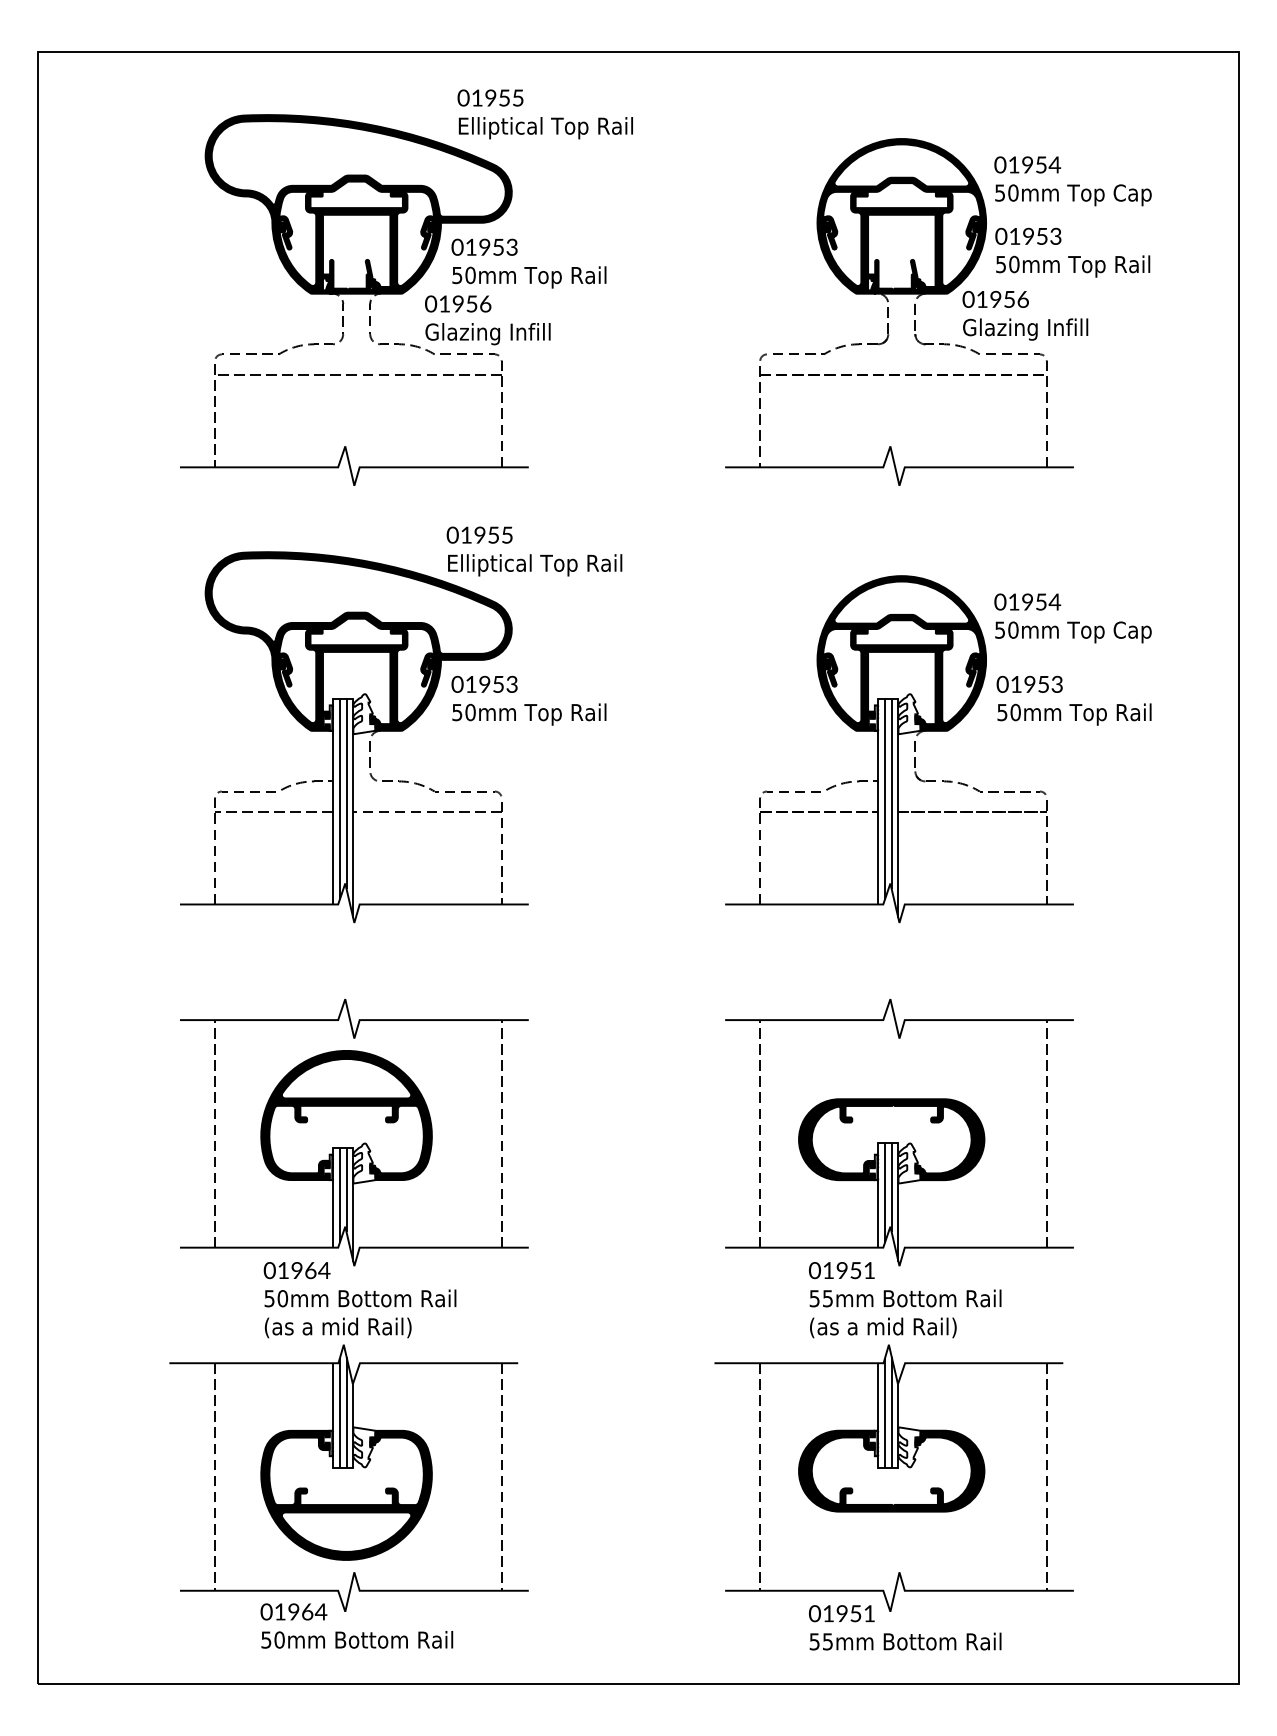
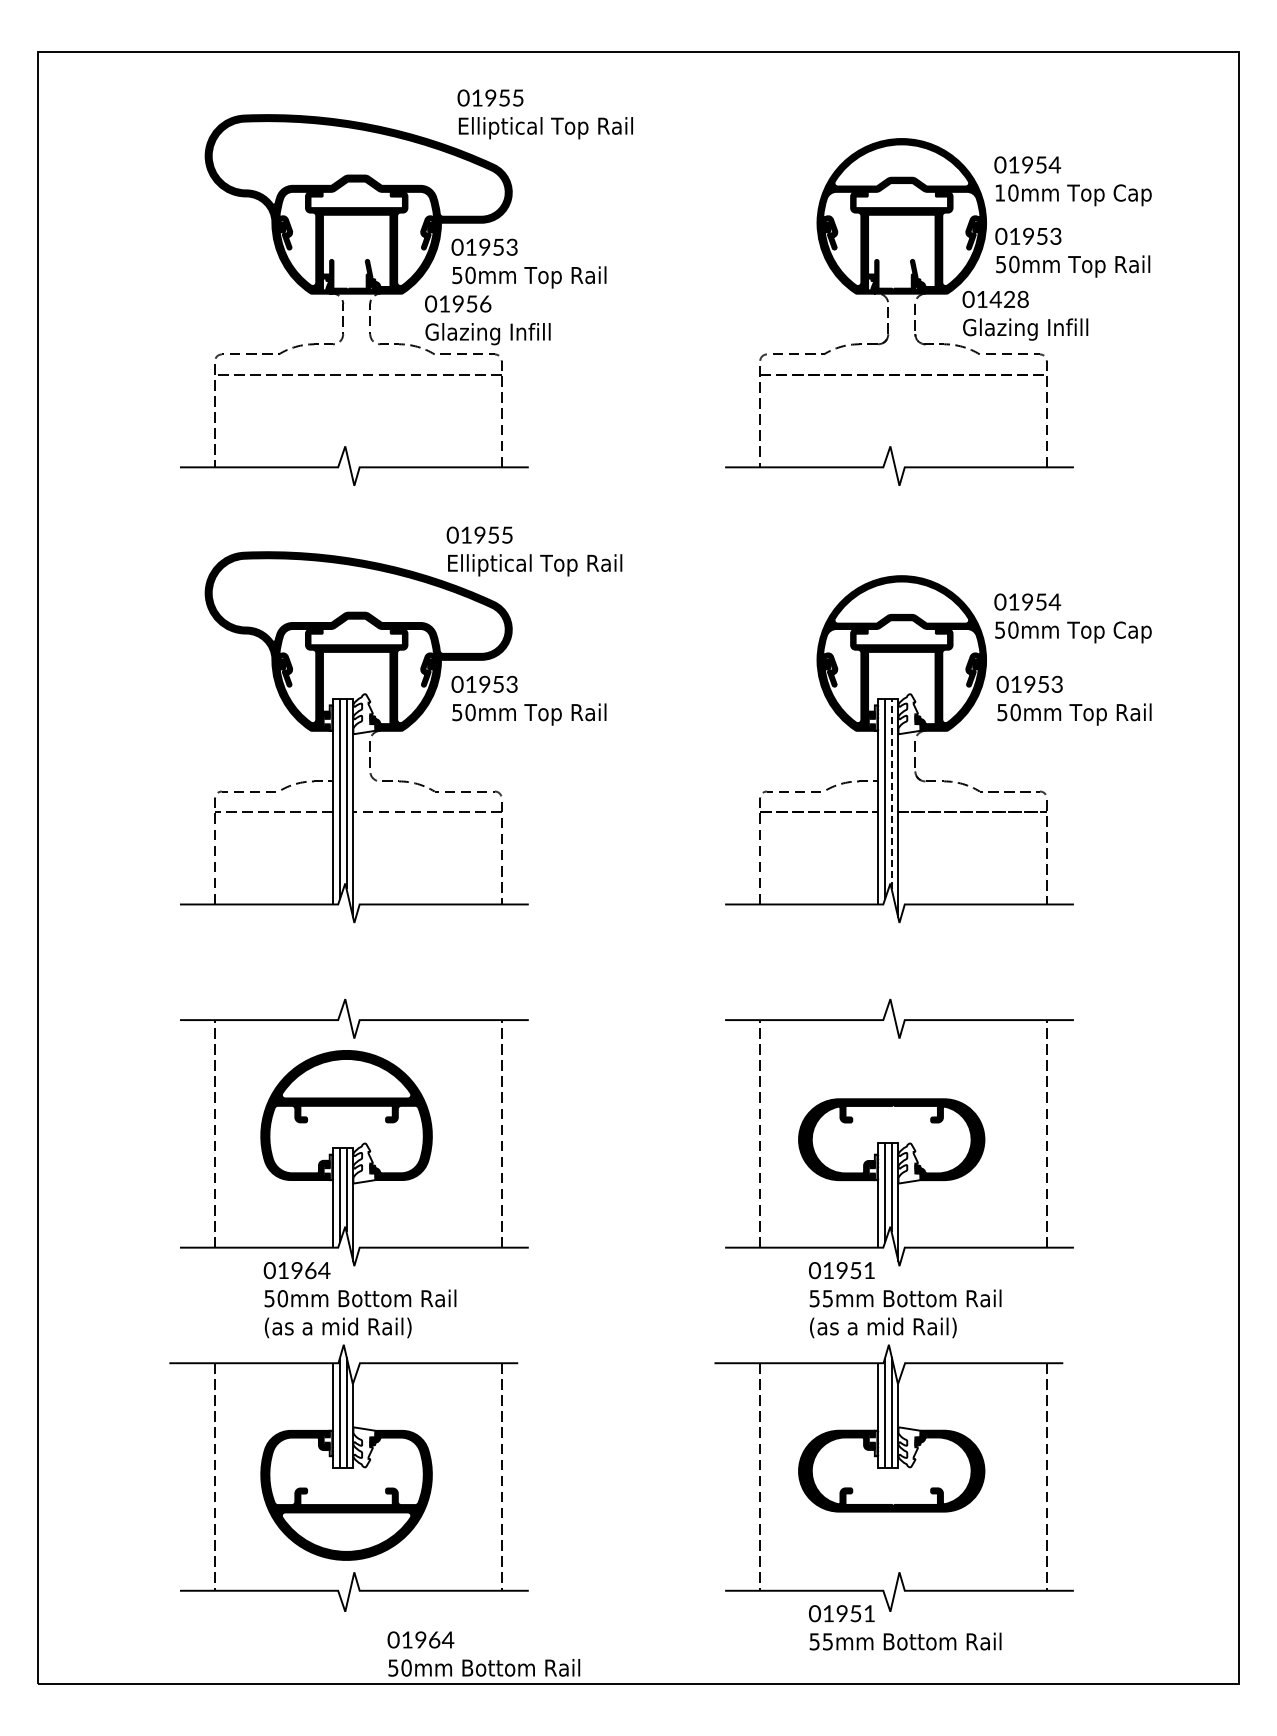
text at (999, 192): 50mm -> 10mm
text at (1008, 298): 01956 -> 01428
line at (891, 793): solid -> dashed
text at (356, 1625) position: (356, 1625) -> (483, 1653)
